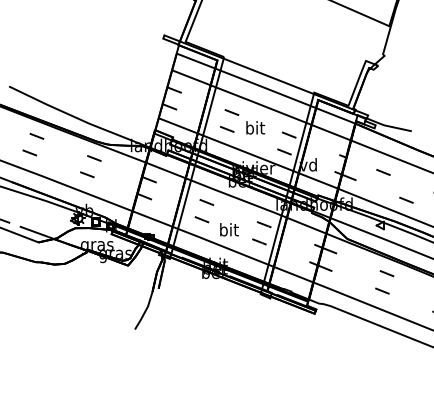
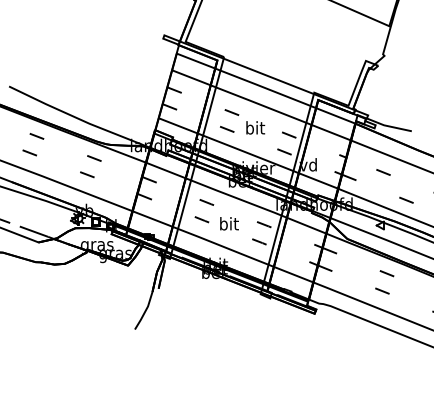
text at (229, 229) position: (229, 229) -> (229, 223)
